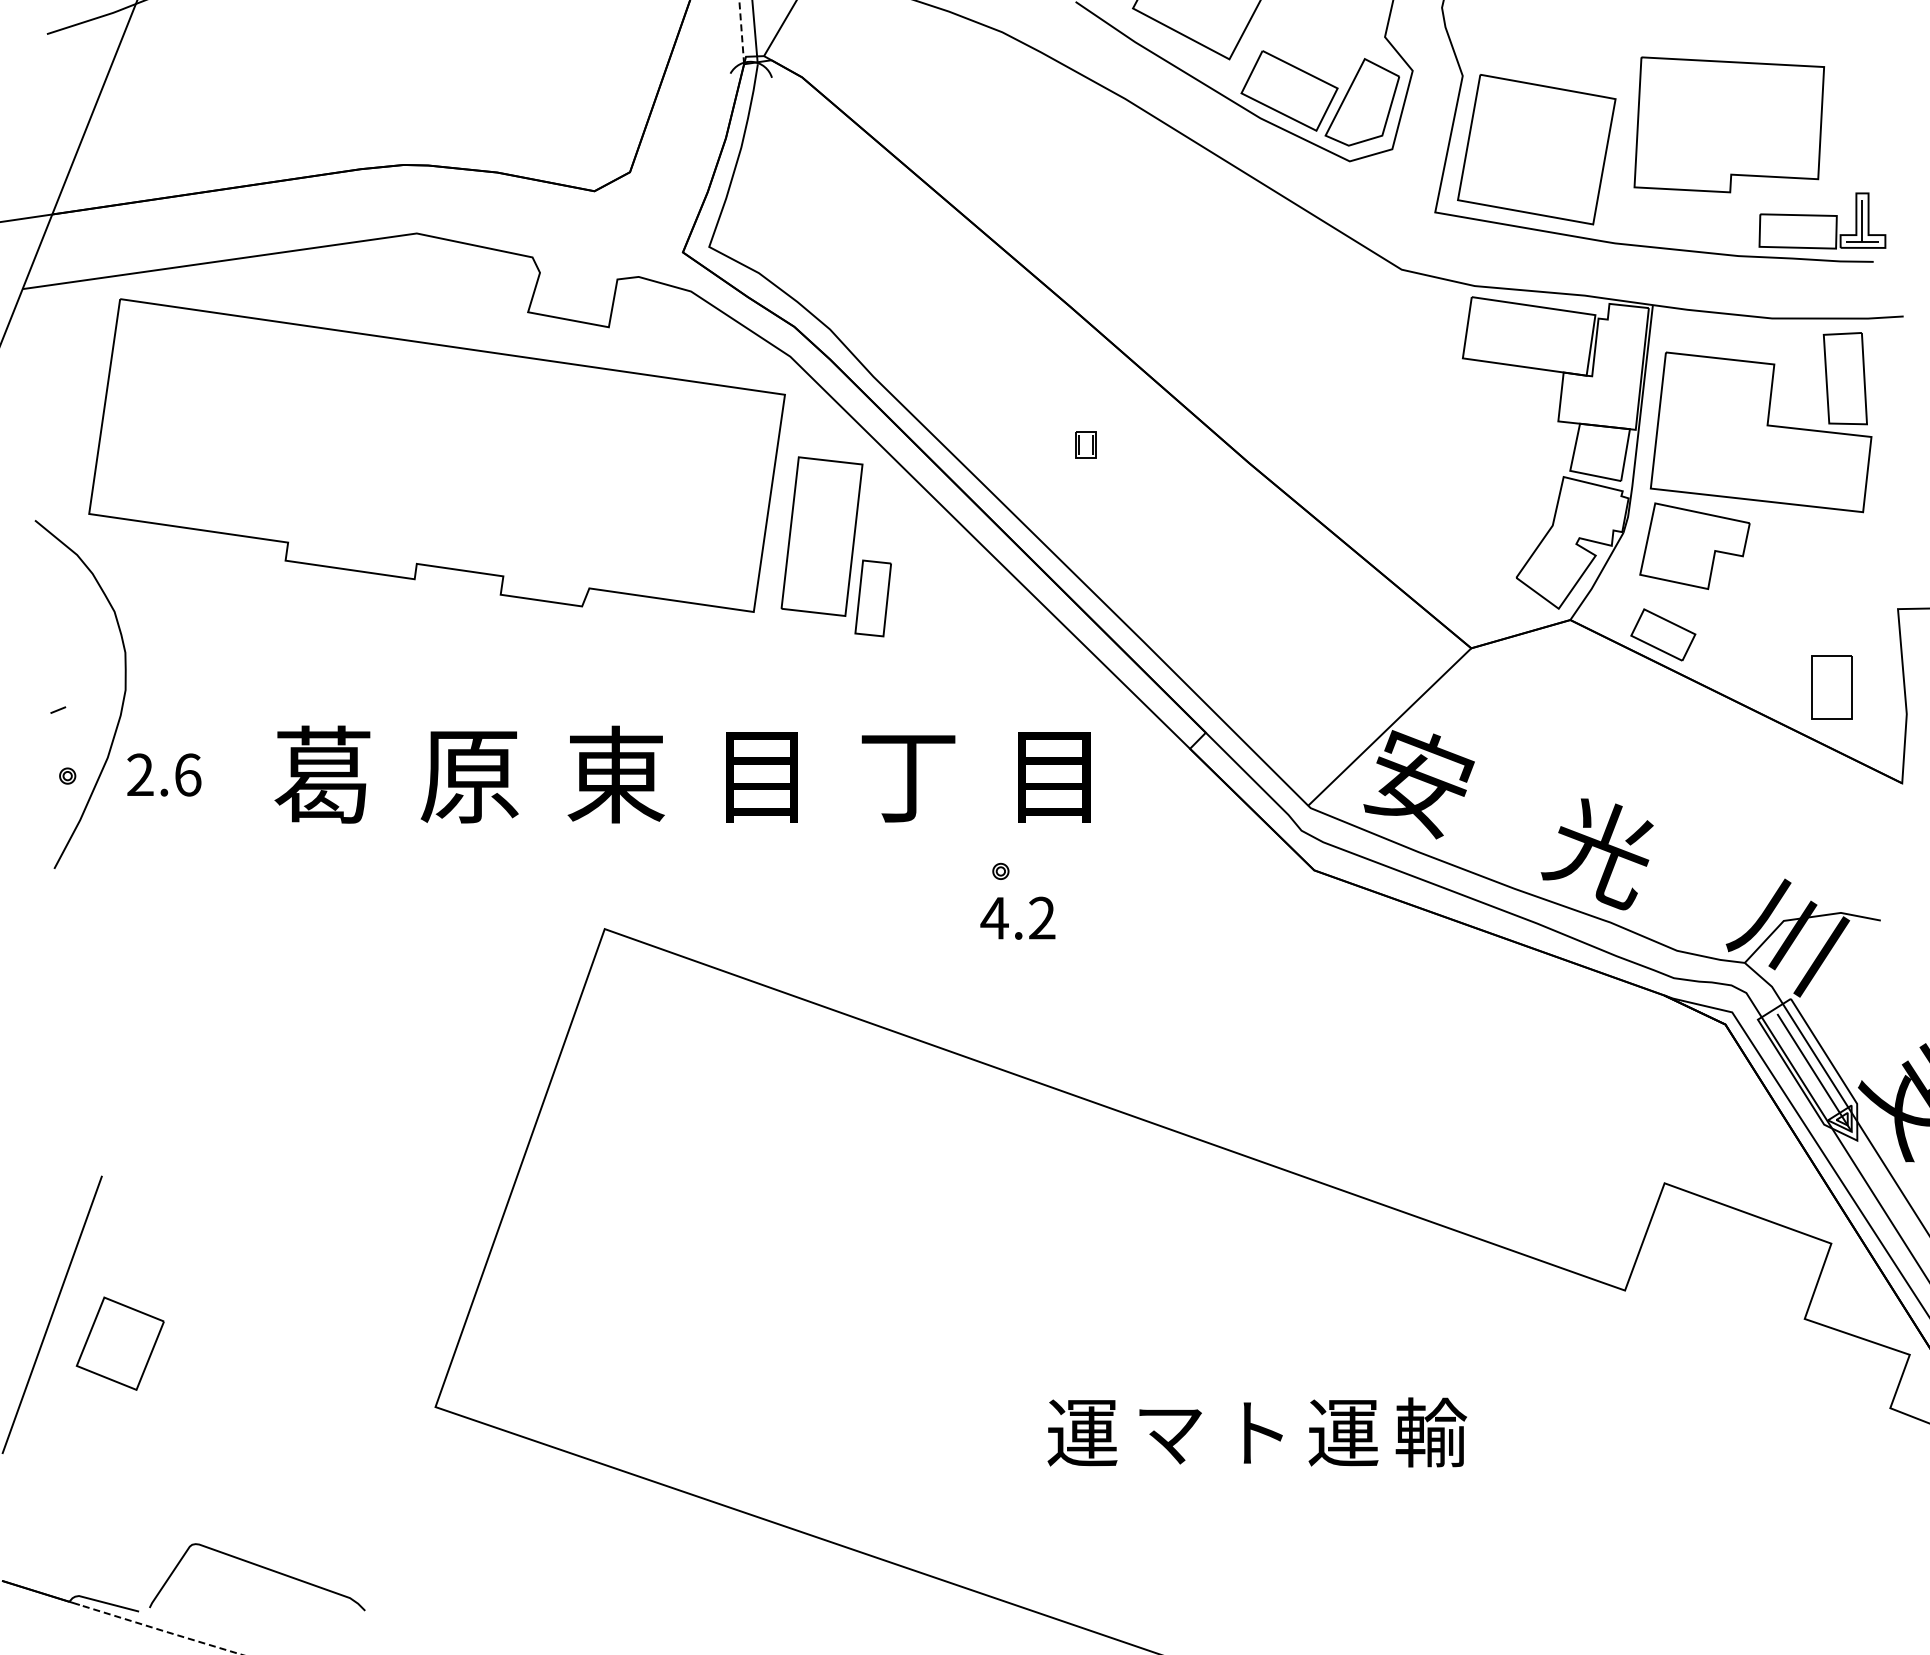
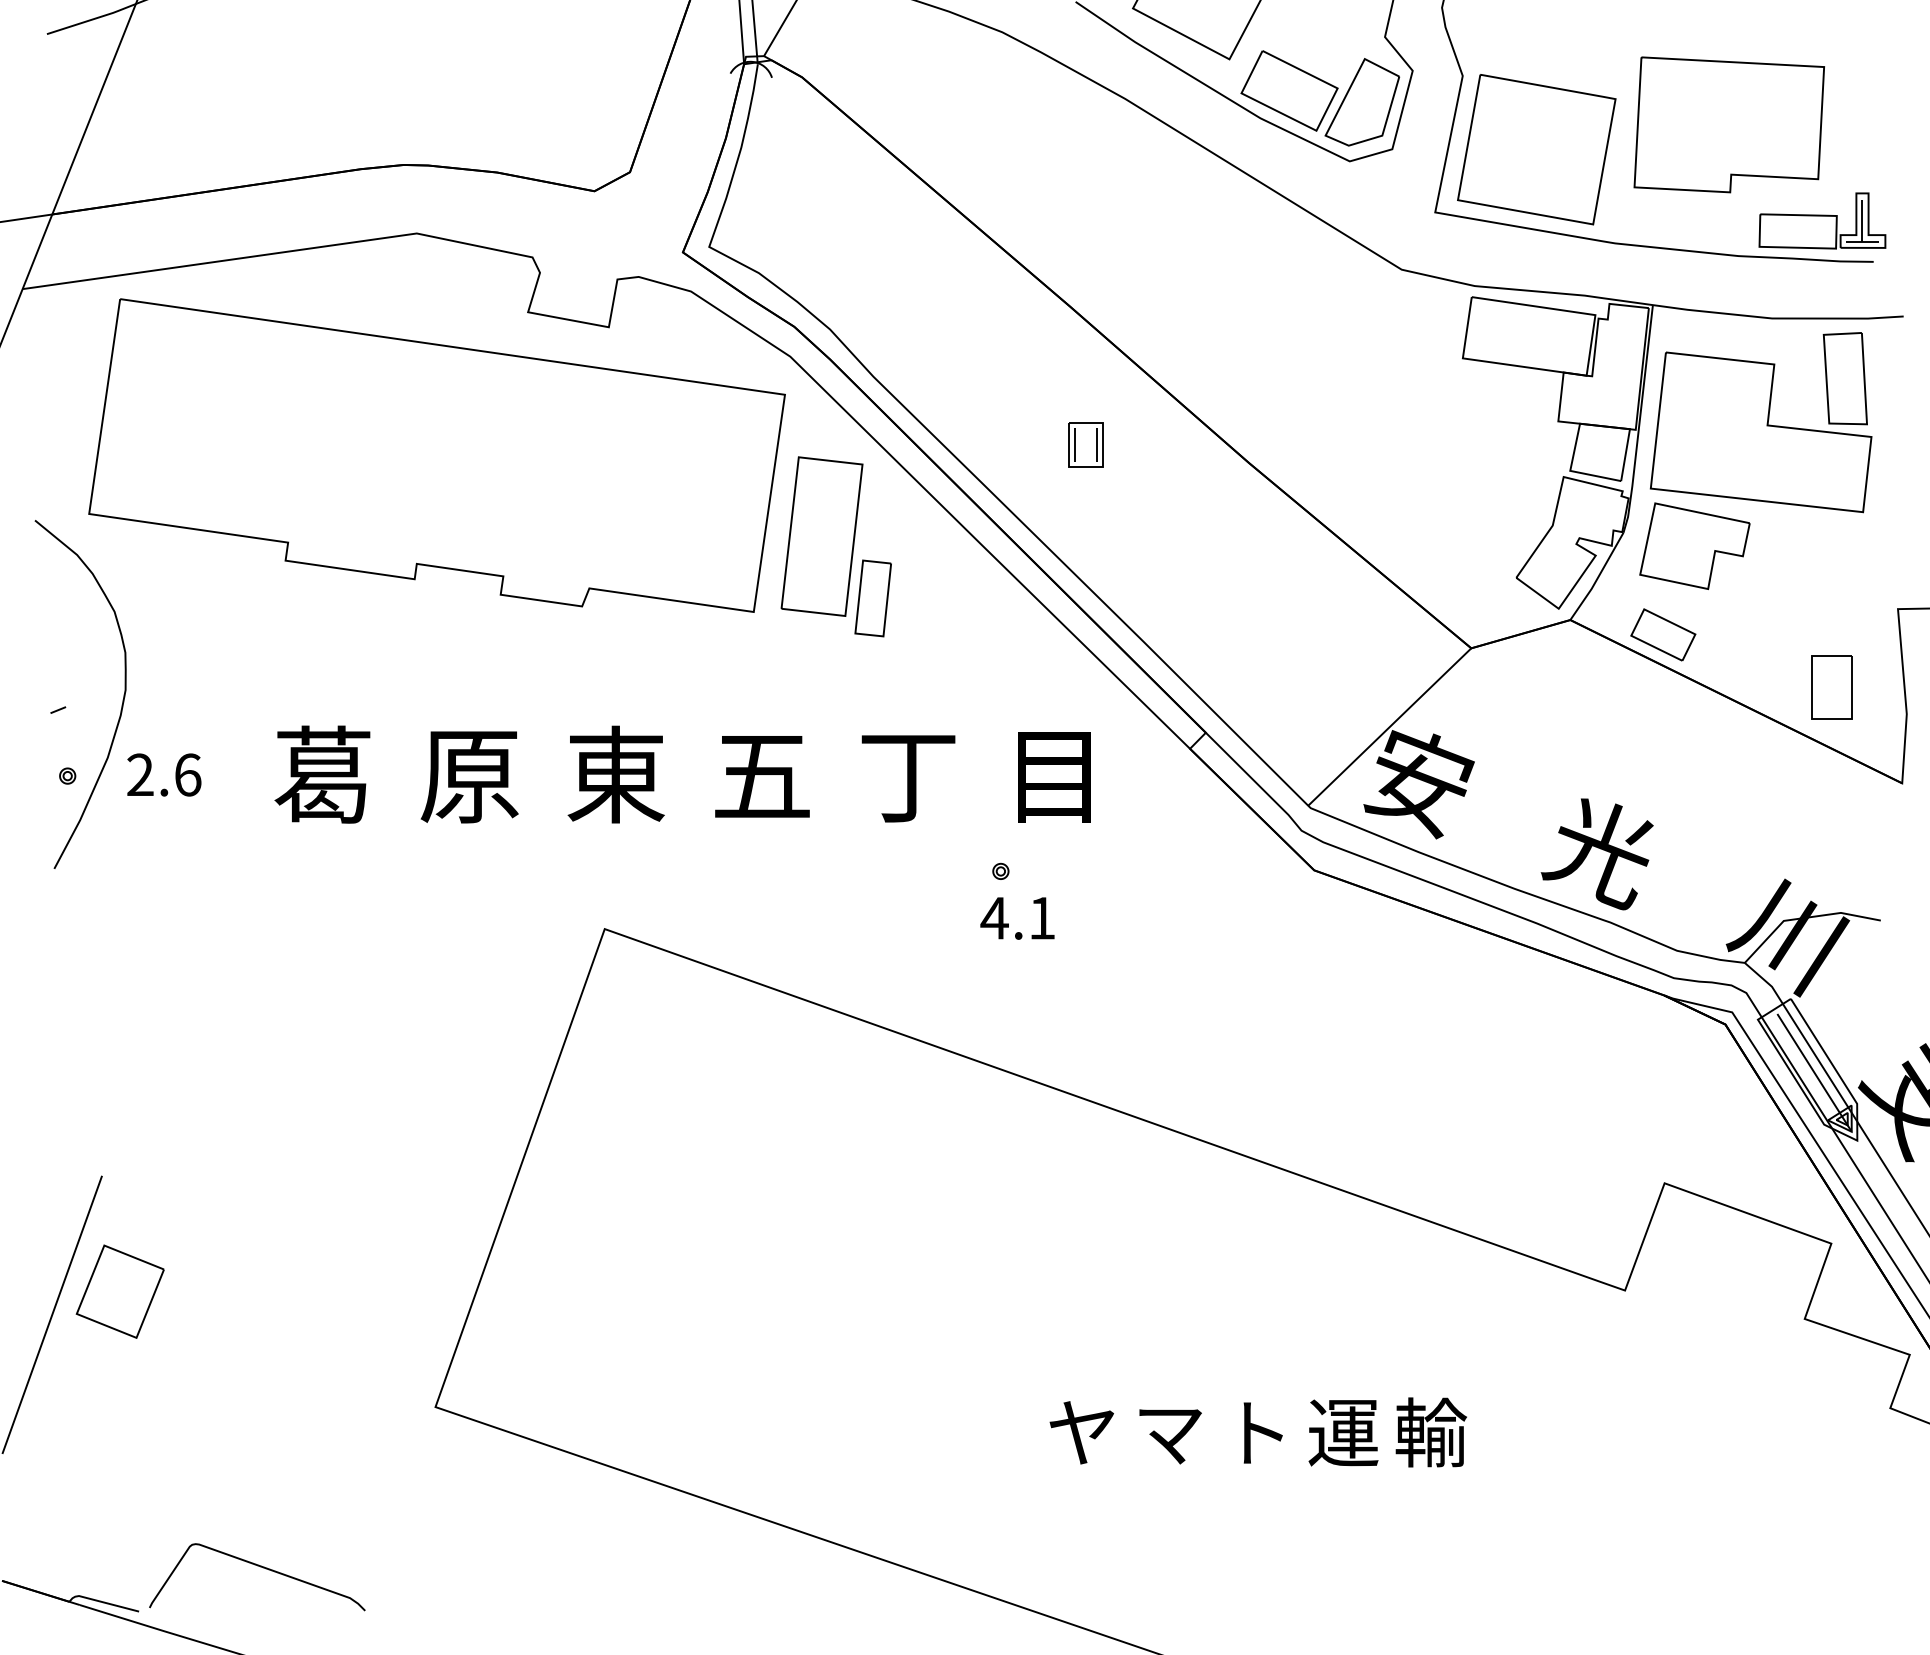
line at (741, 32): dashed -> solid
part at (1085, 444) size: 22x28 px -> 36x46 px
text at (762, 777): 目 -> 五
text at (1042, 917): 4.2 -> 4.1
part at (119, 1343) position: (119, 1343) -> (119, 1291)
text at (1082, 1432): 運 -> ヤ
line at (161, 1630): dashed -> solid
